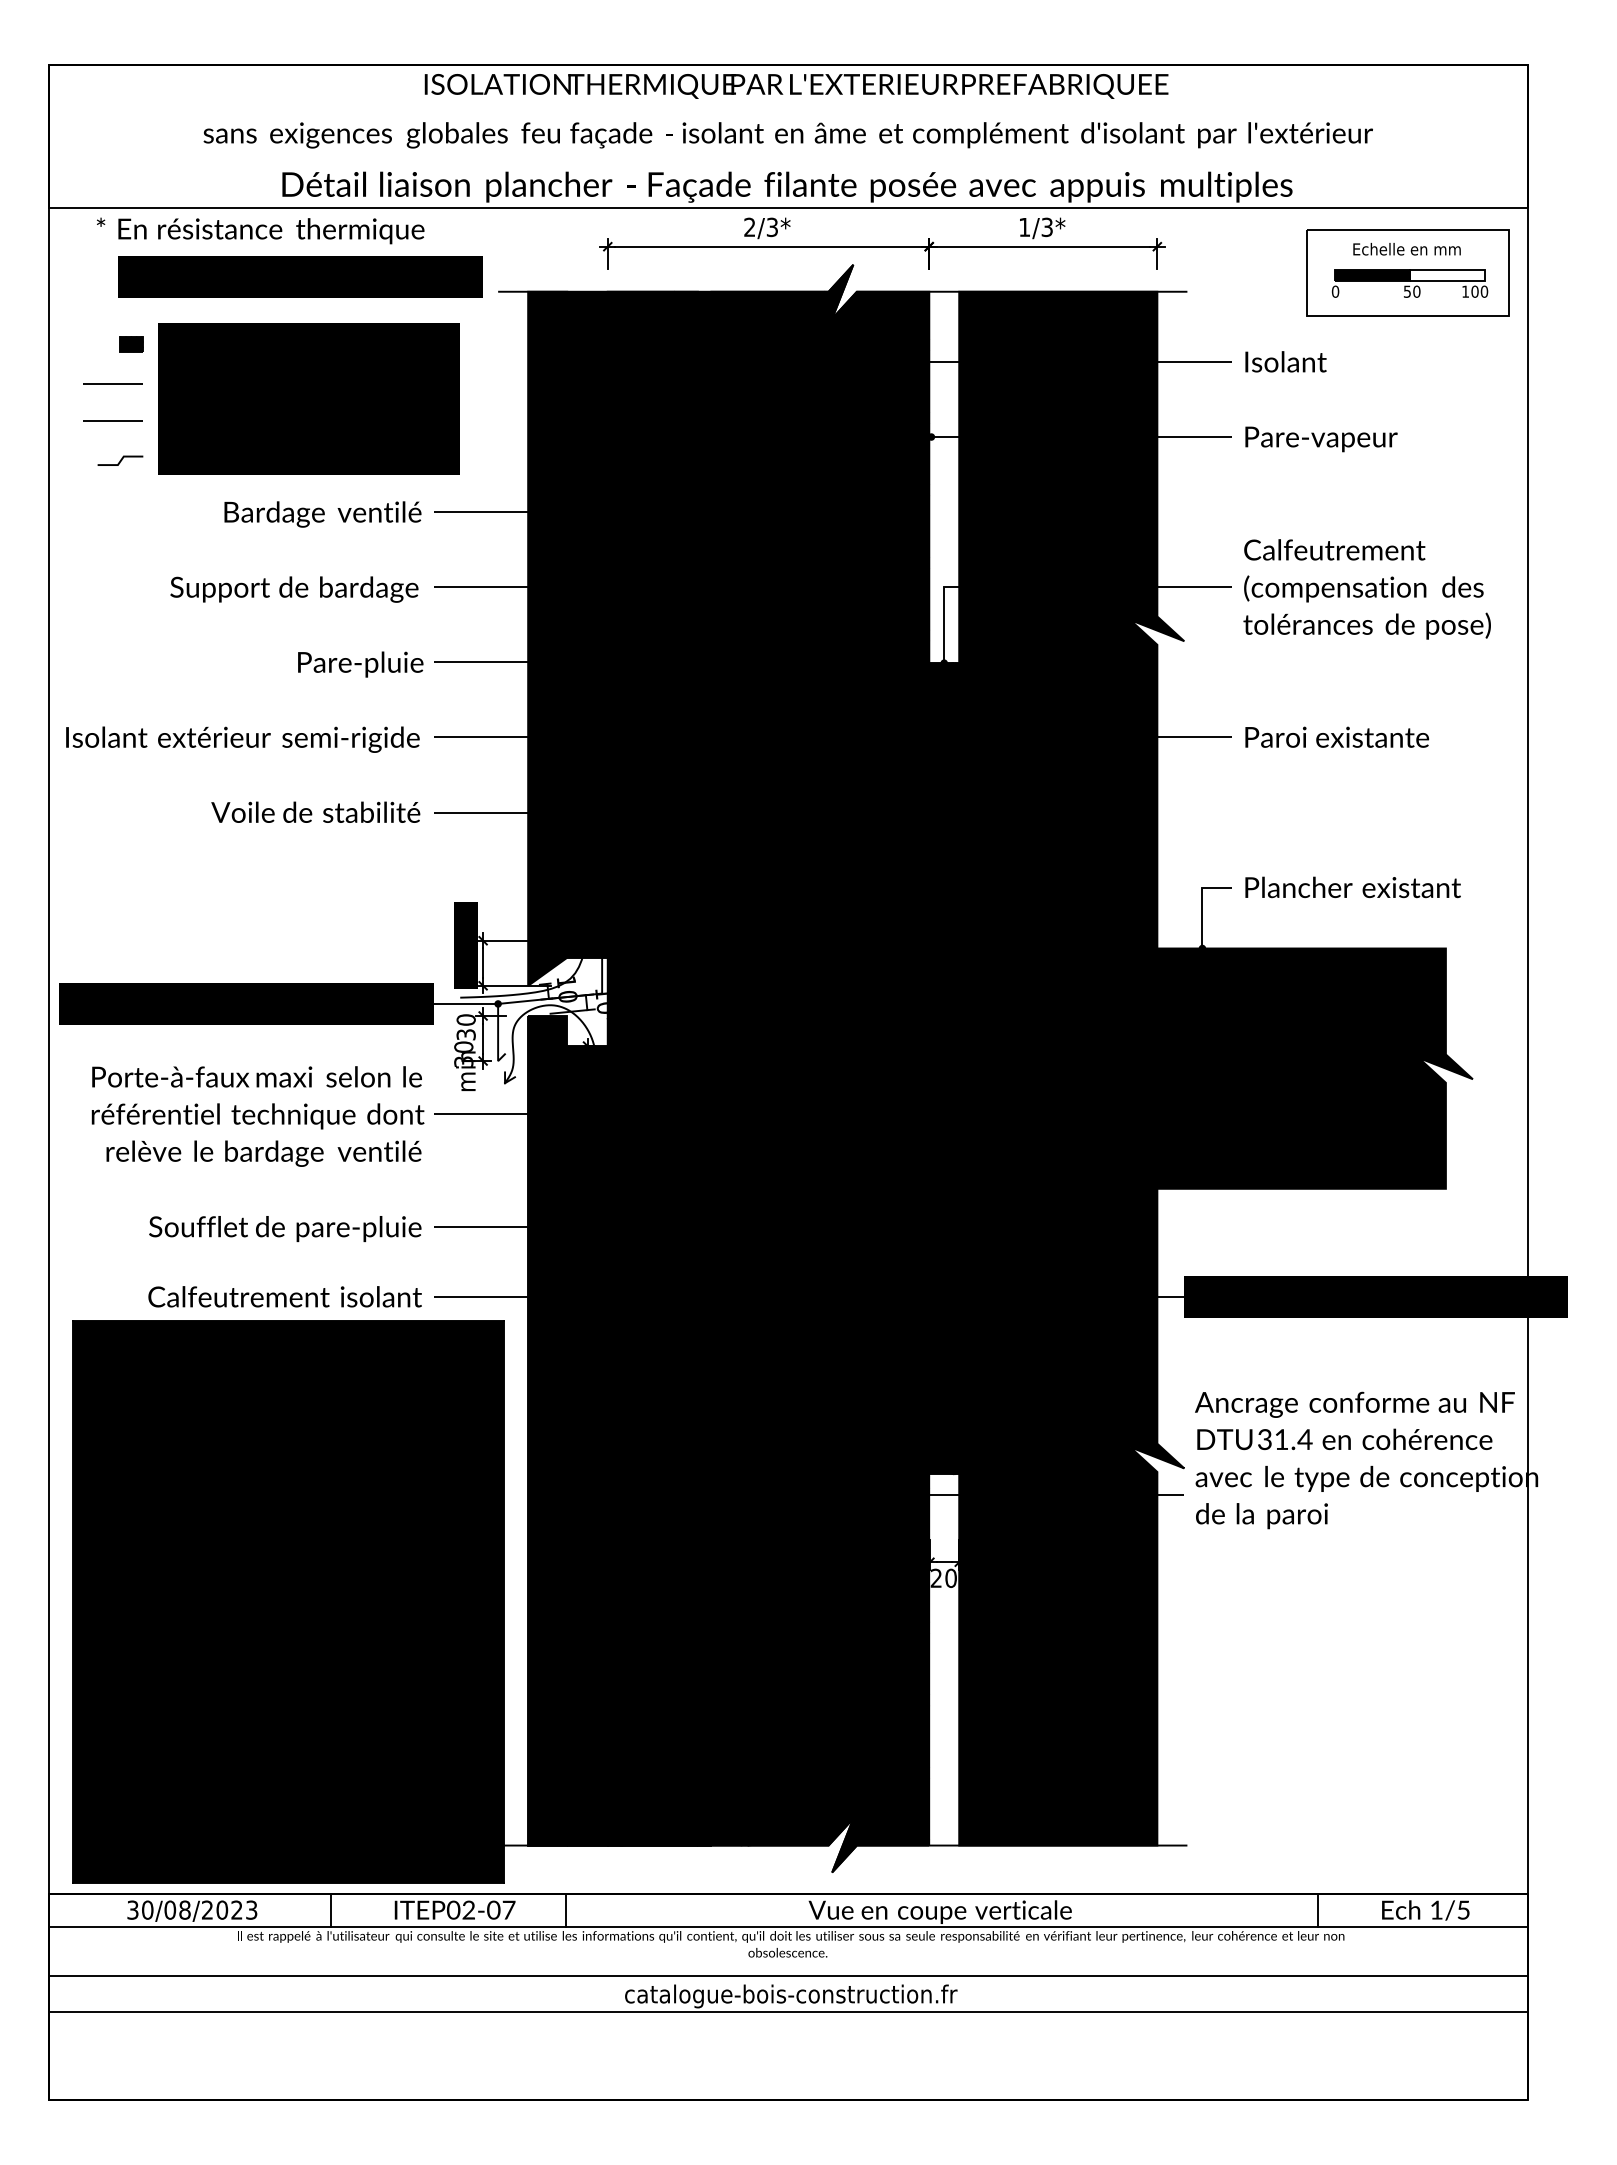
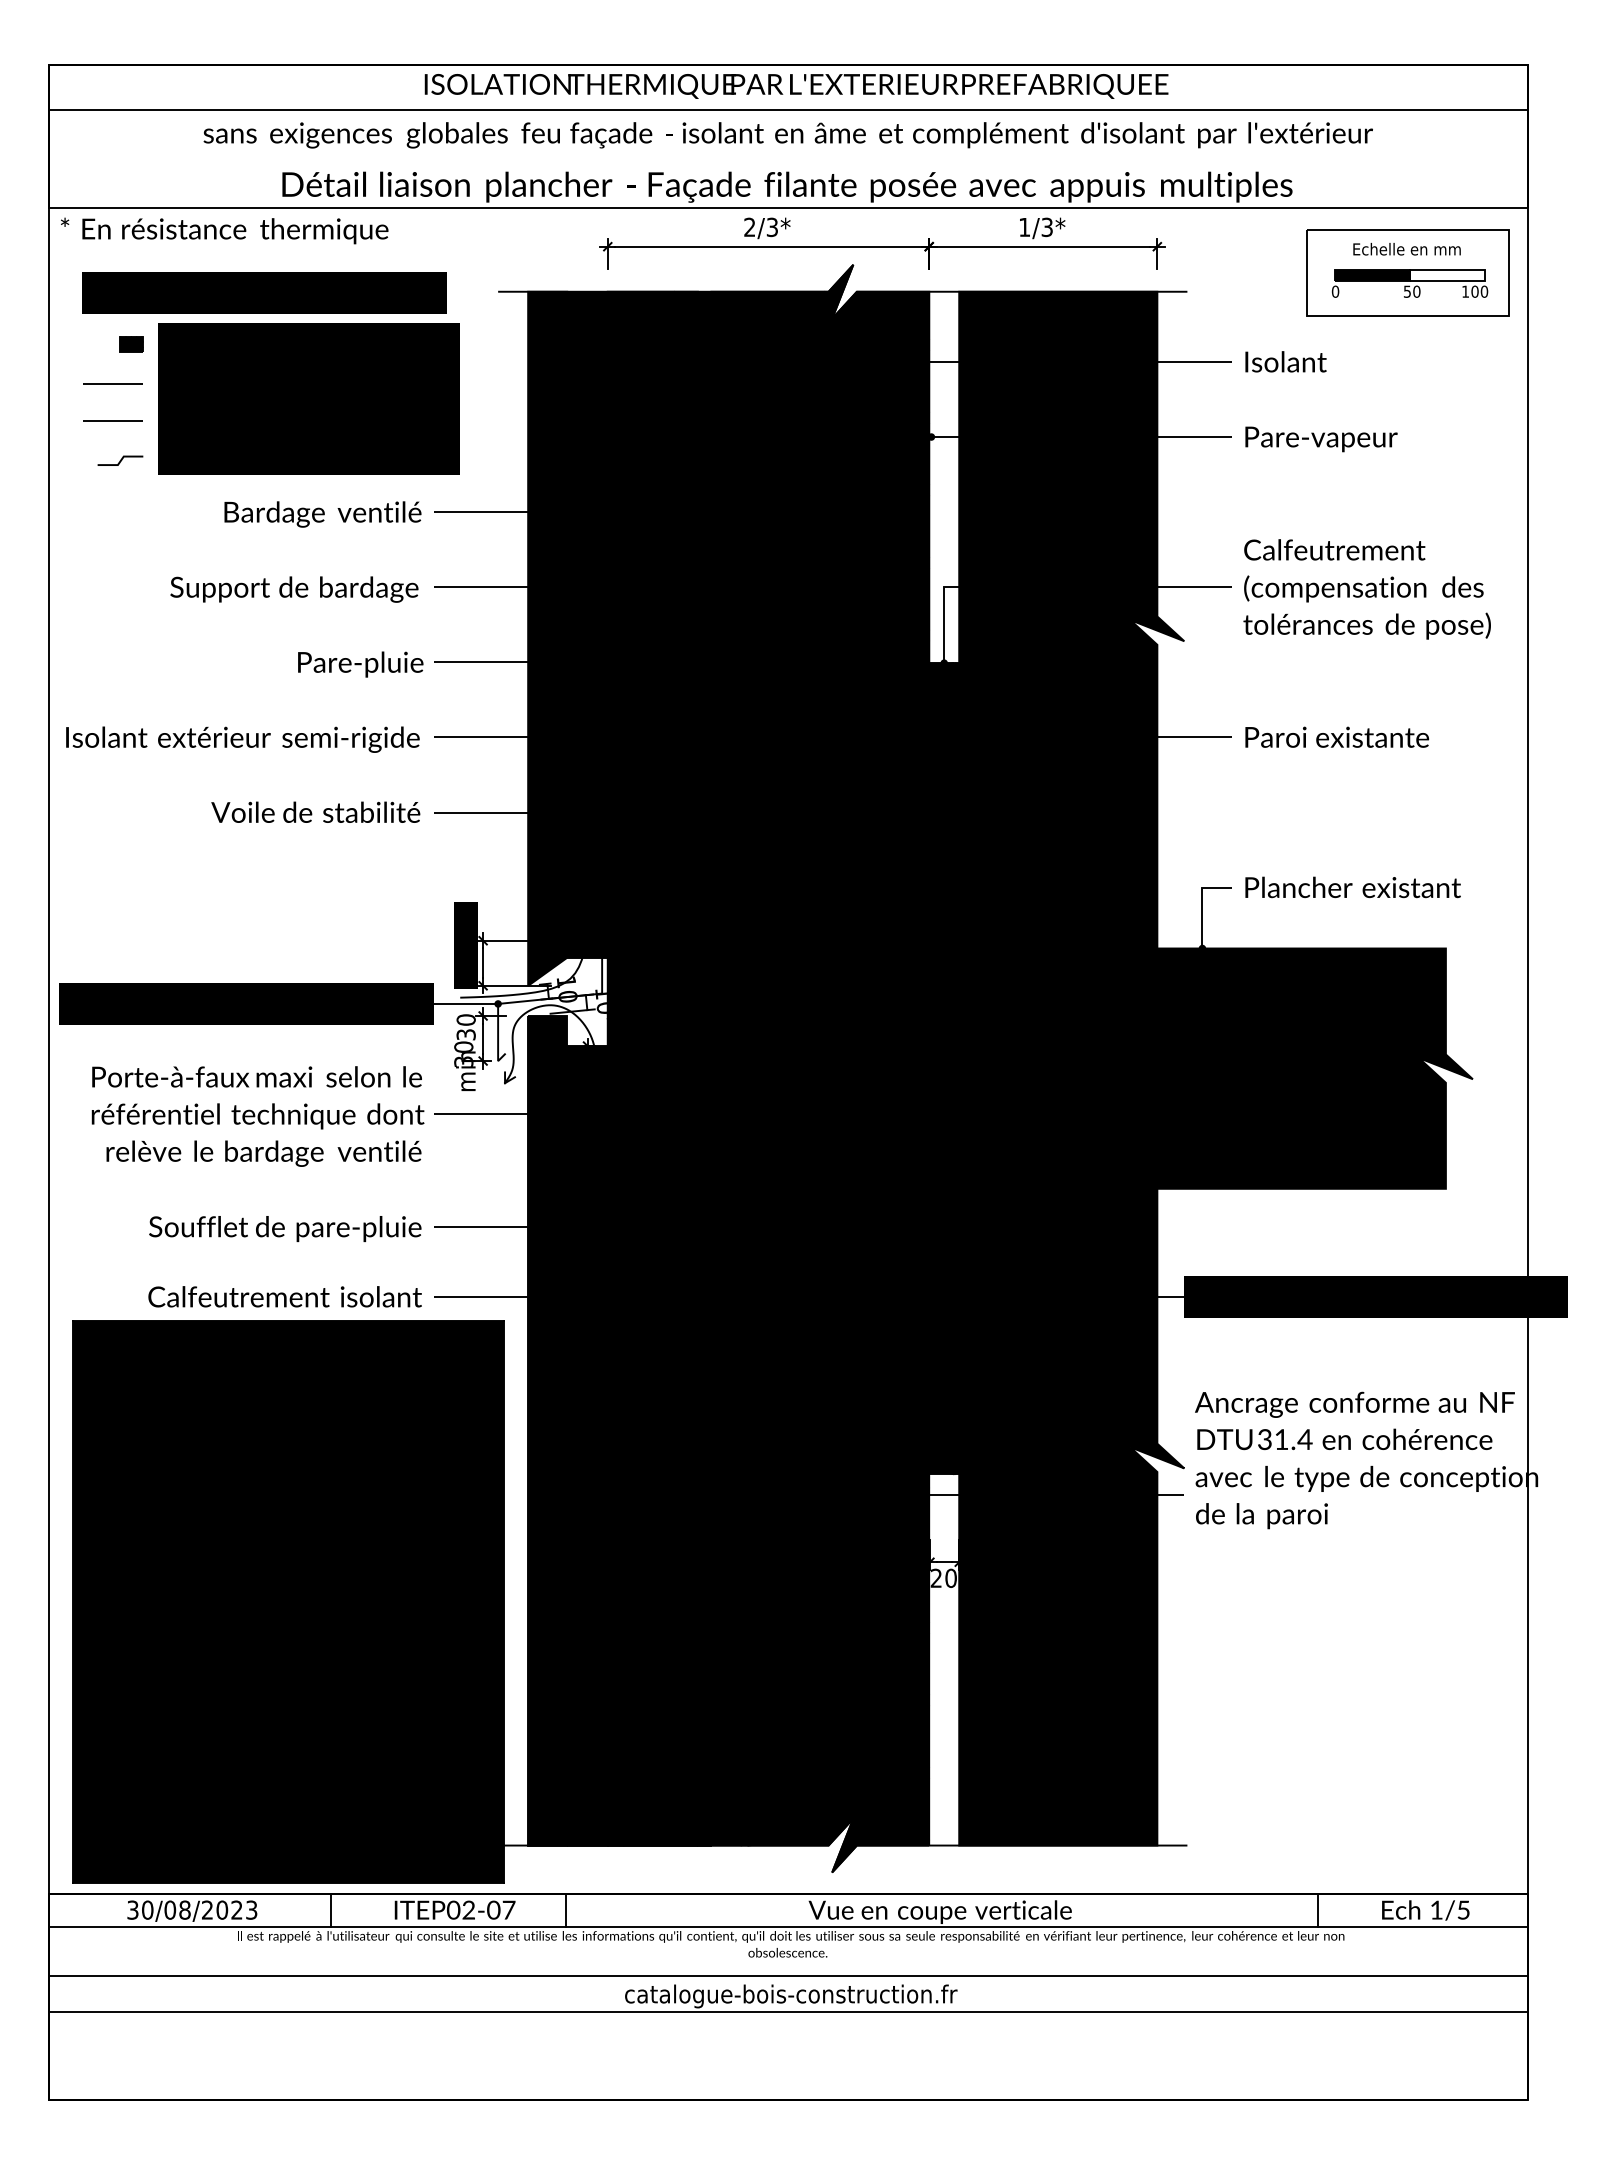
line at (788, 110): none -> present
text at (260, 230) position: (260, 230) -> (224, 230)
text at (300, 276) position: (300, 276) -> (264, 292)
